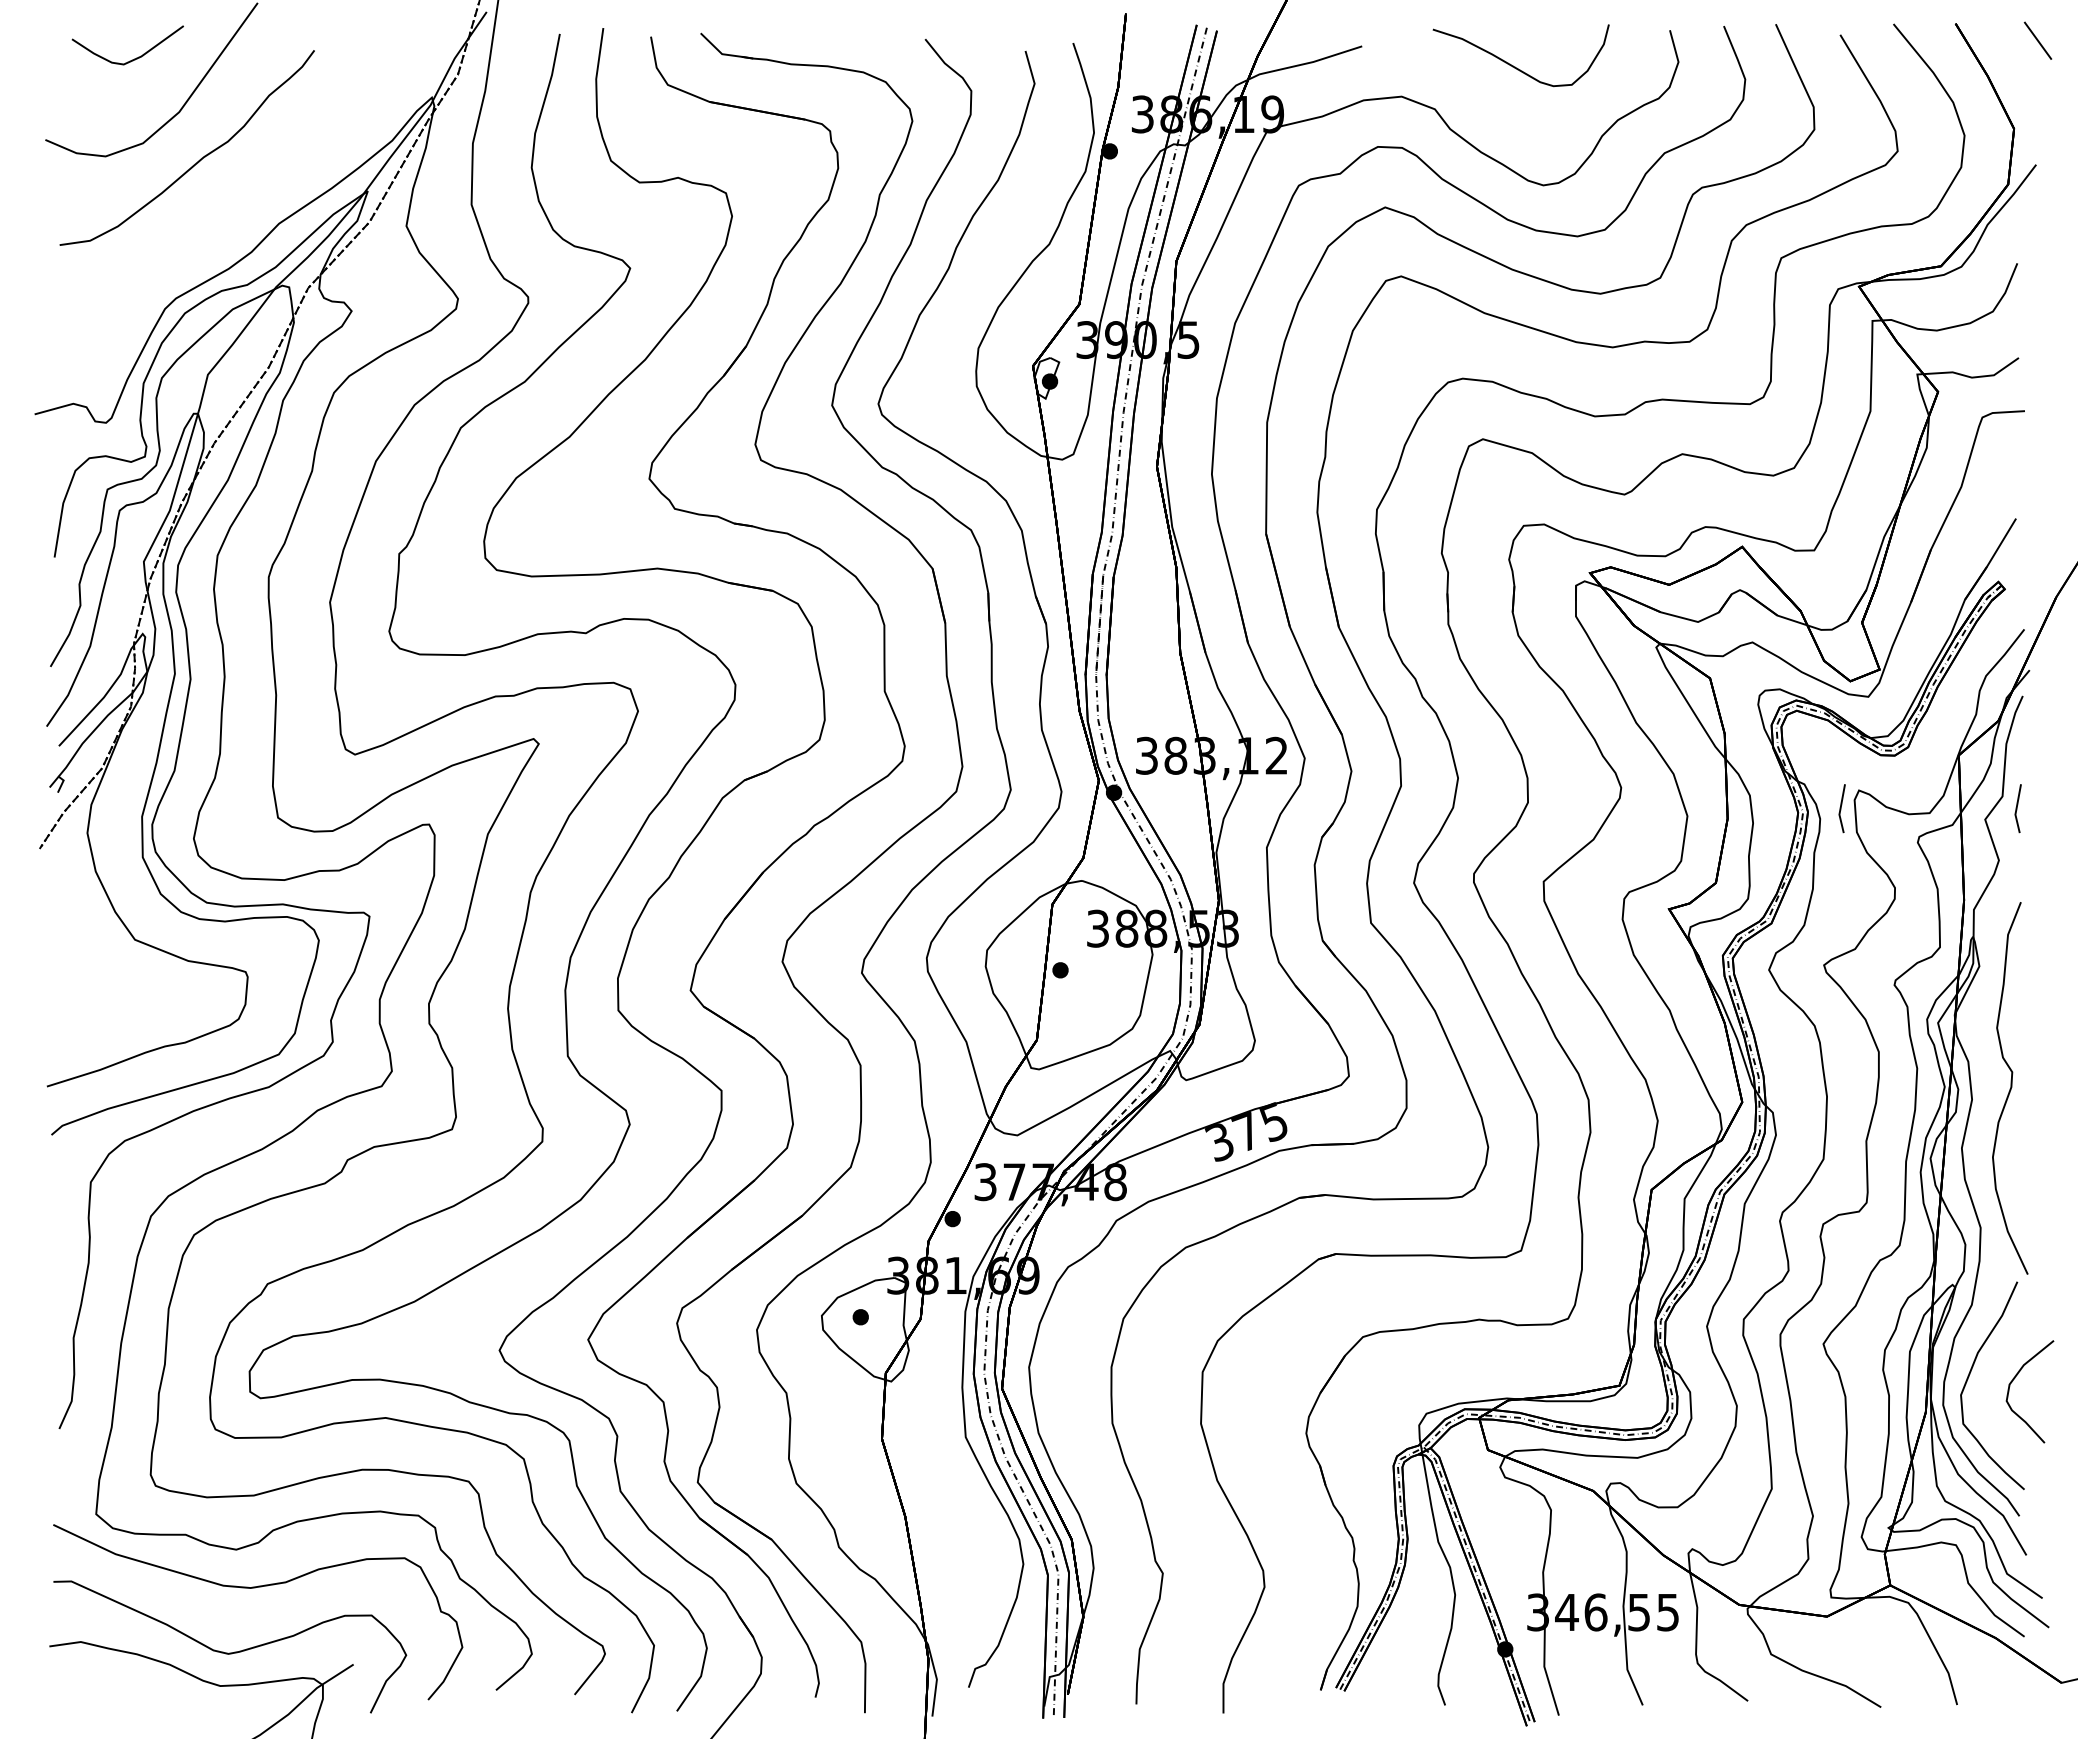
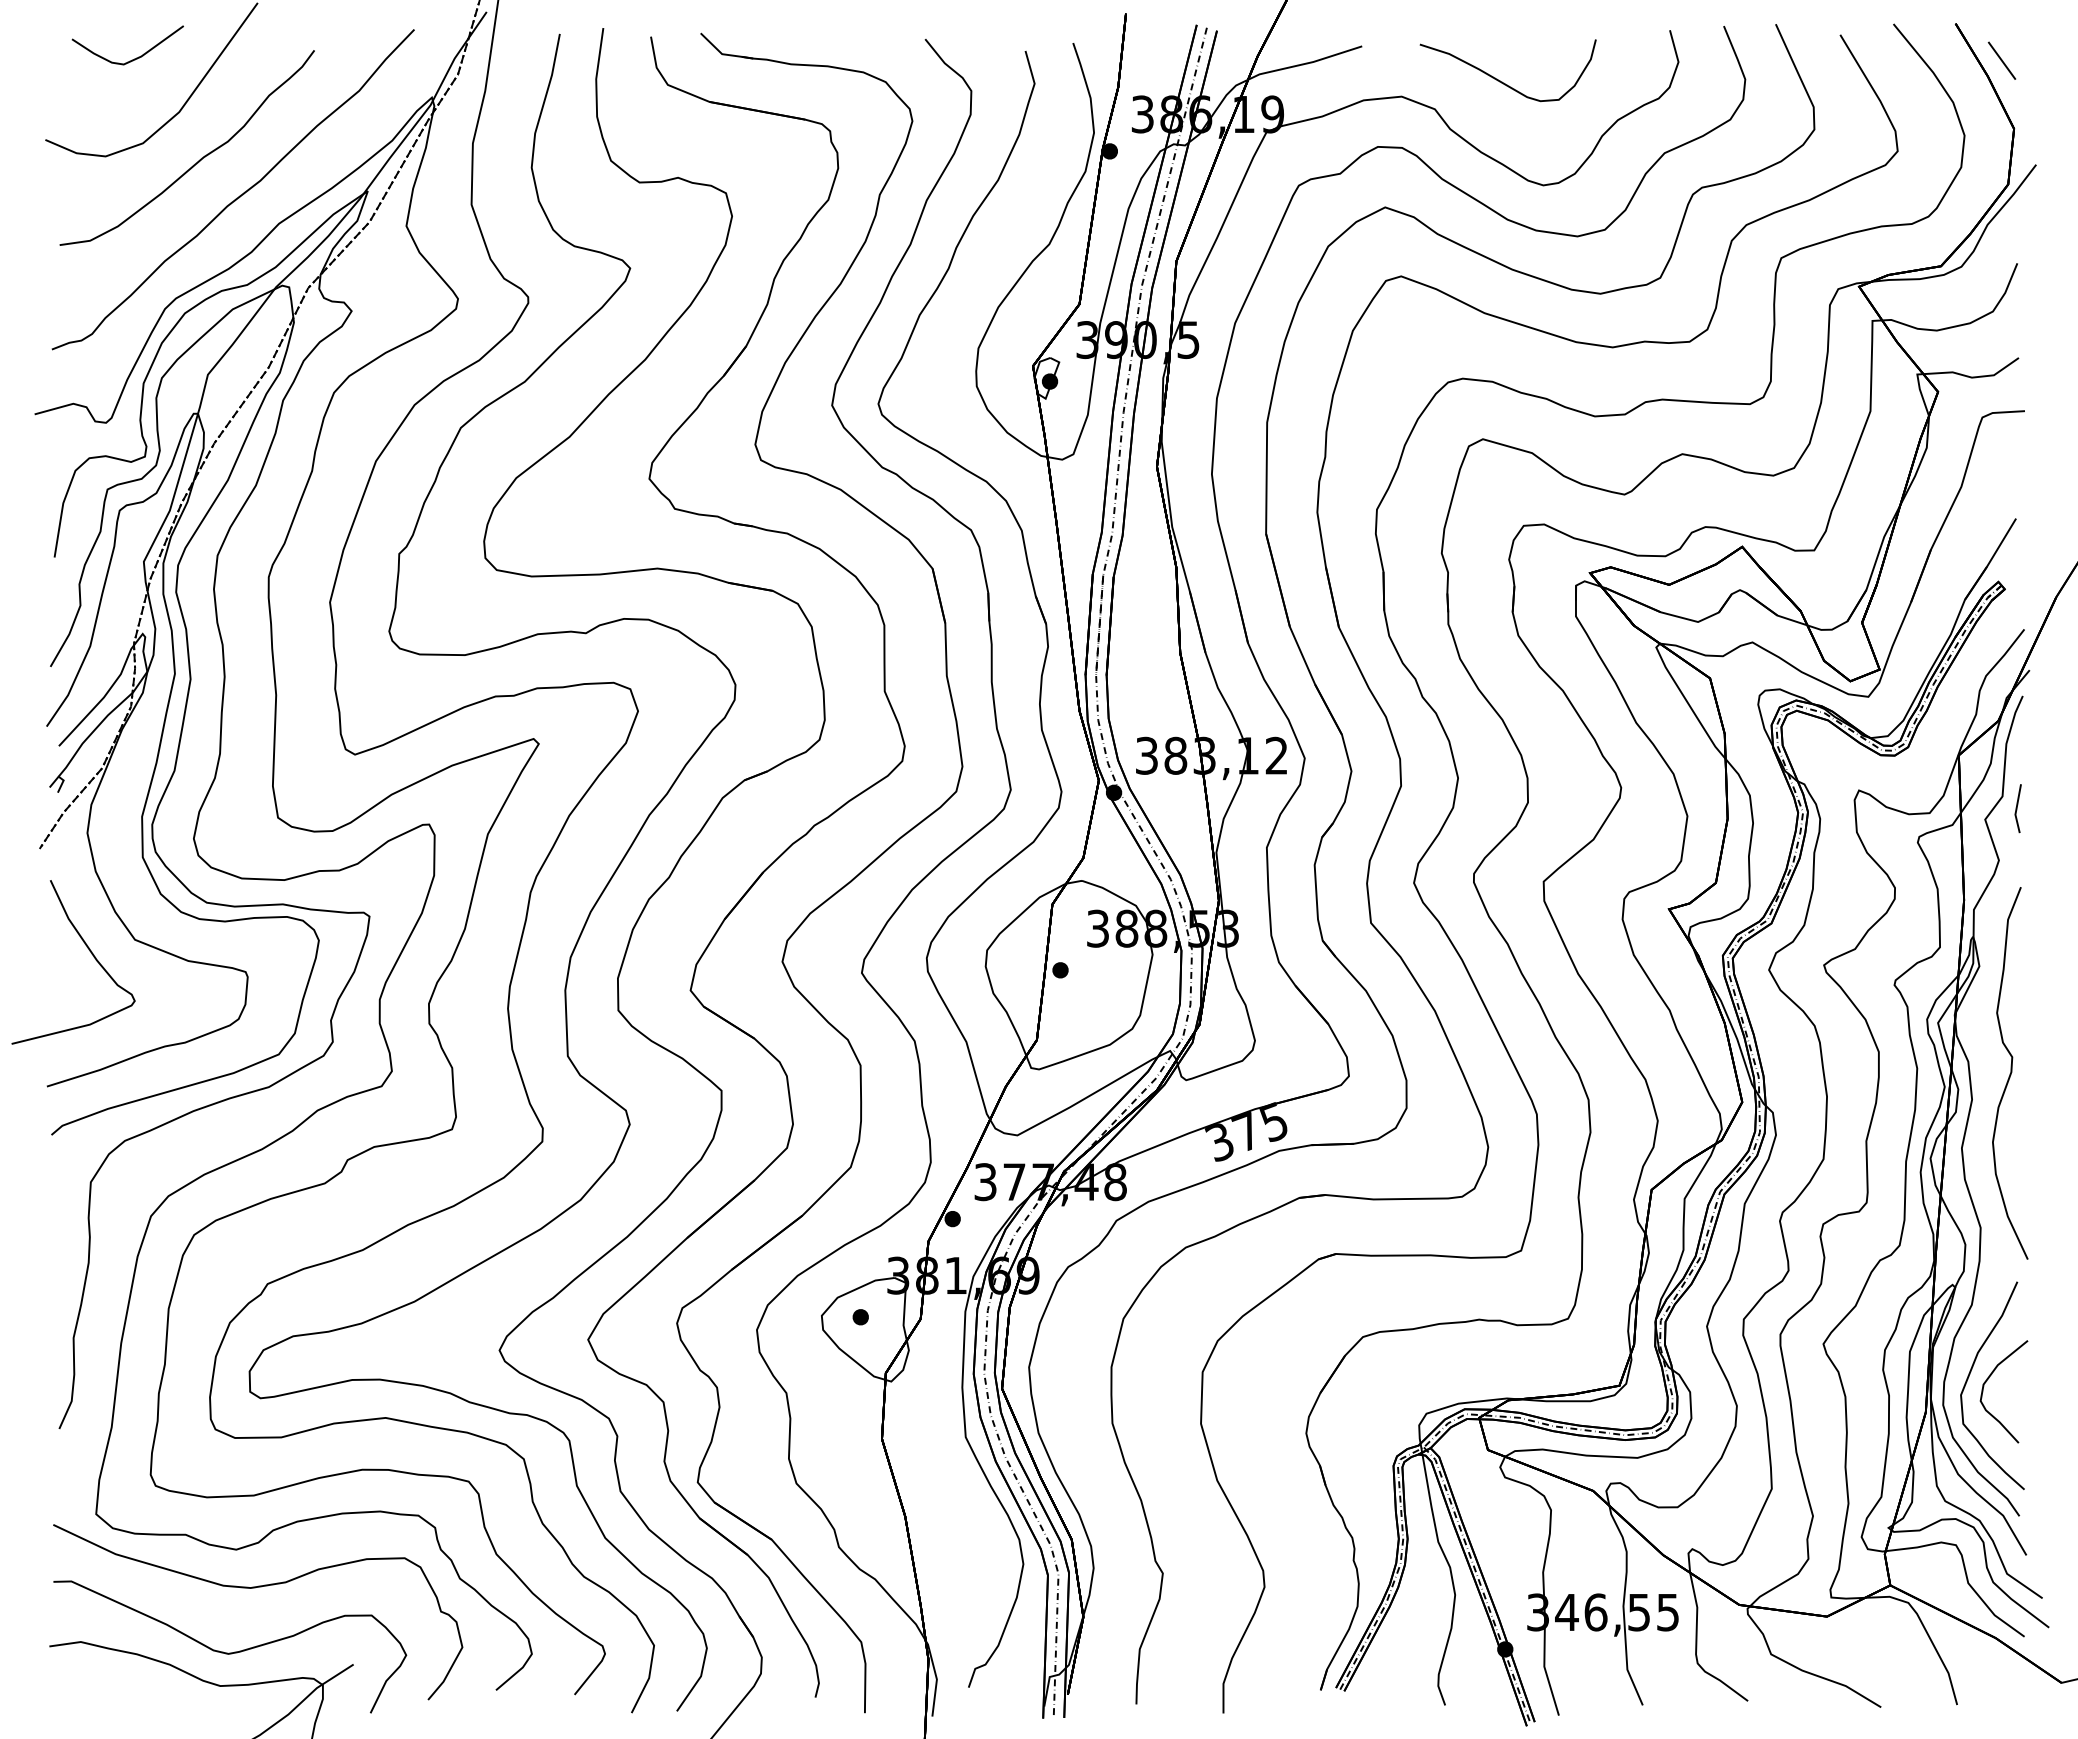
line at (2037, 40) position: (2037, 40) -> (2001, 60)
curve at (1515, 66) position: (1515, 66) -> (1502, 81)
curve at (239, 195): none -> present
line at (1841, 808): present -> none
curve at (89, 951): none -> present
curve at (2010, 1088) position: (2010, 1088) -> (2010, 1073)
curve at (2015, 1378) position: (2015, 1378) -> (1989, 1378)
